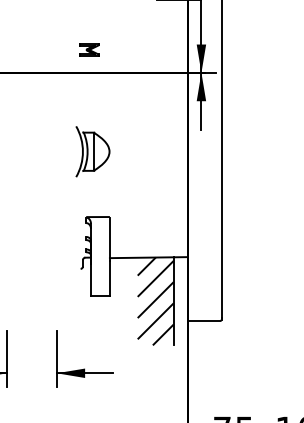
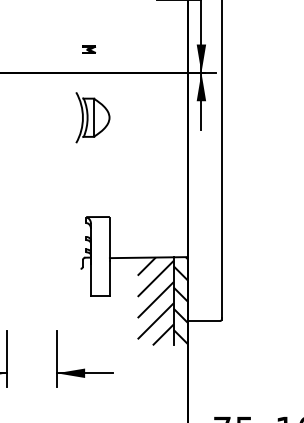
part at (89, 49) size: 21x14 px -> 14x9 px
part at (92, 151) position: (92, 151) -> (92, 117)
hatch at (180, 300): none -> present
